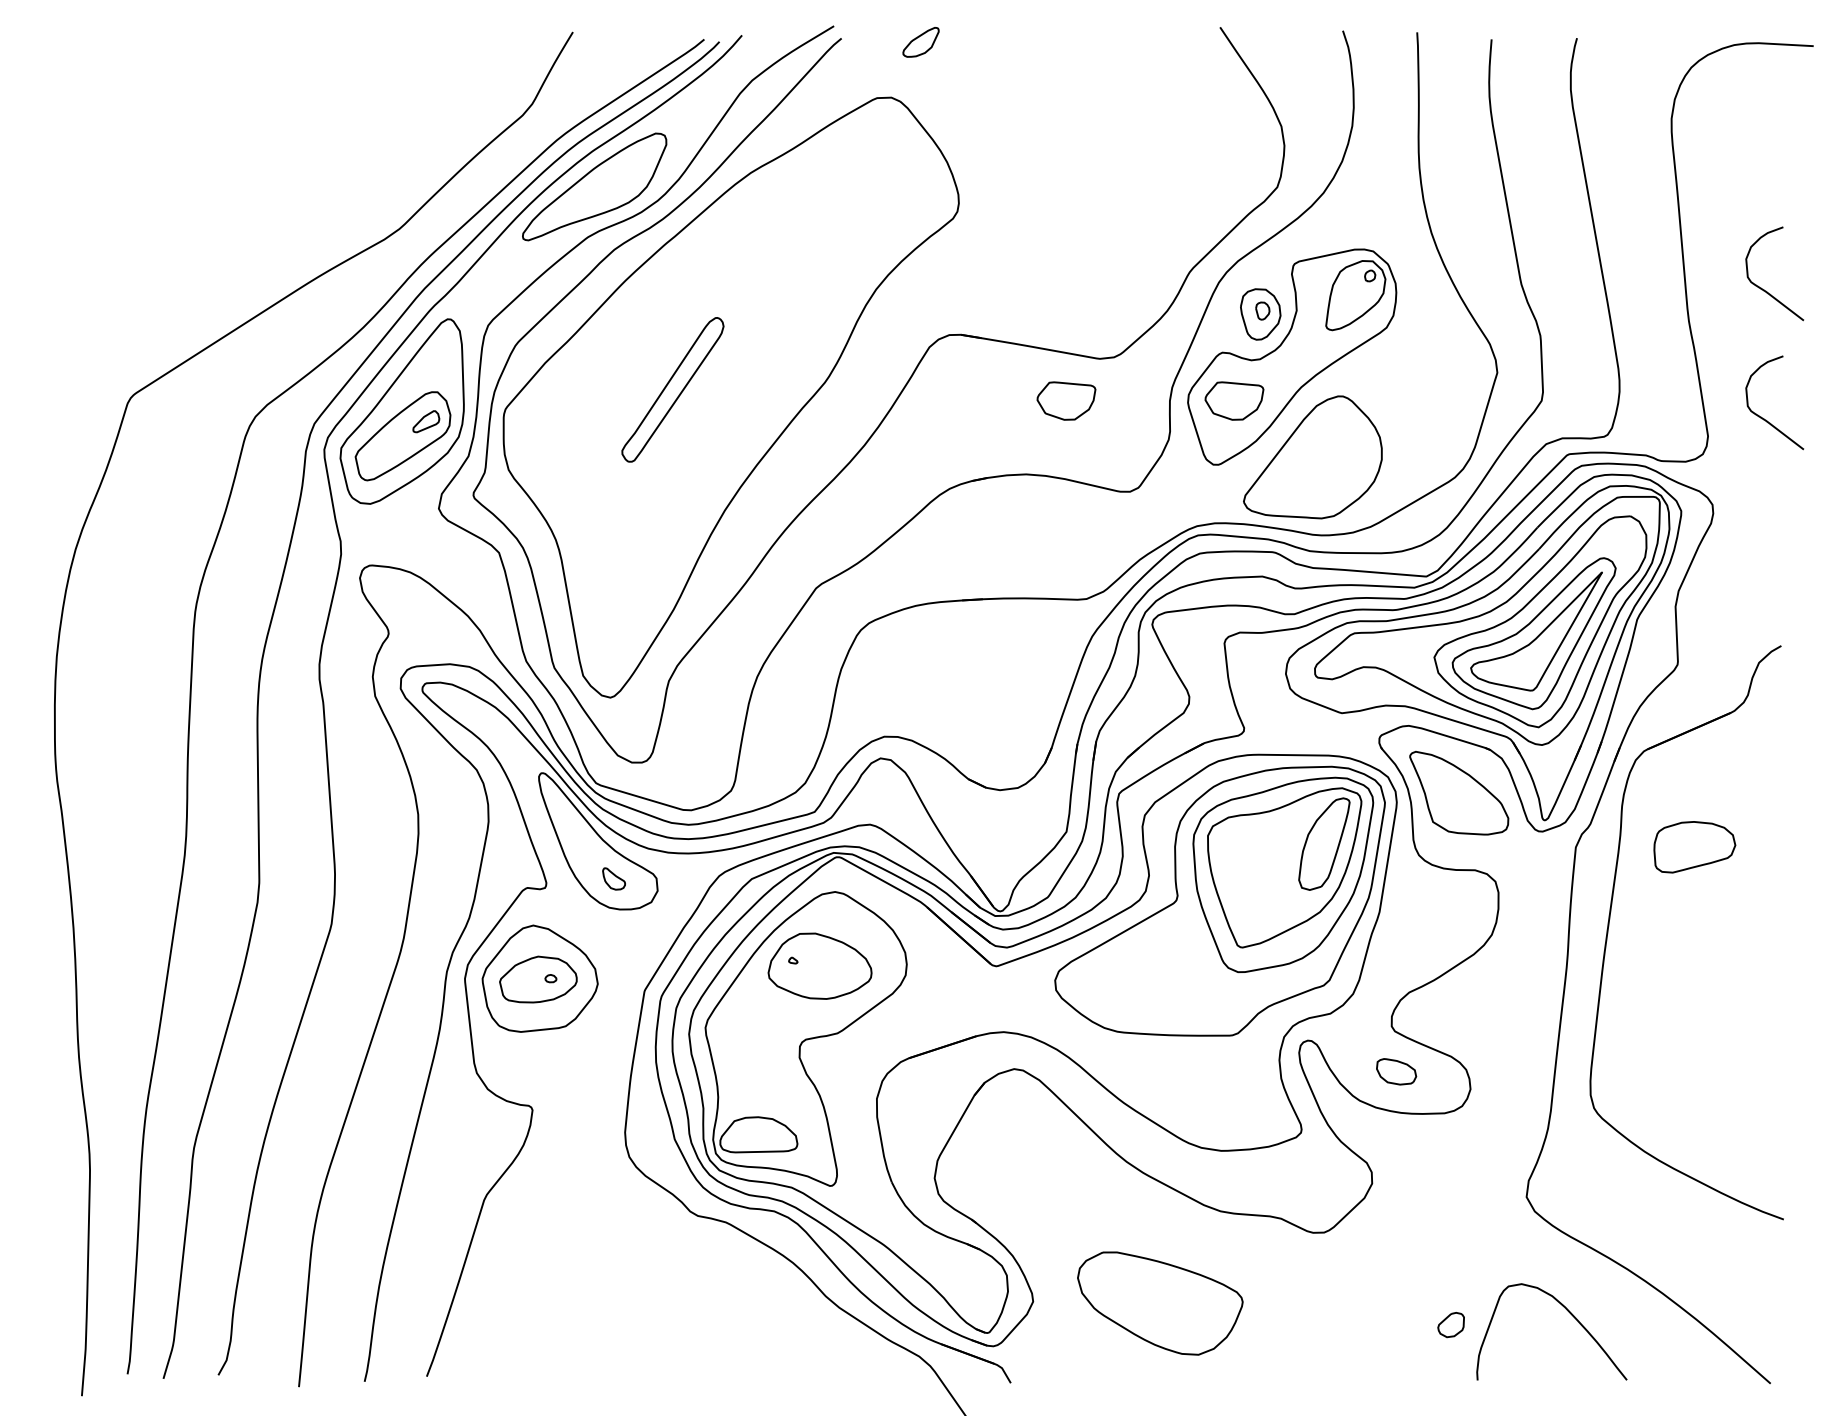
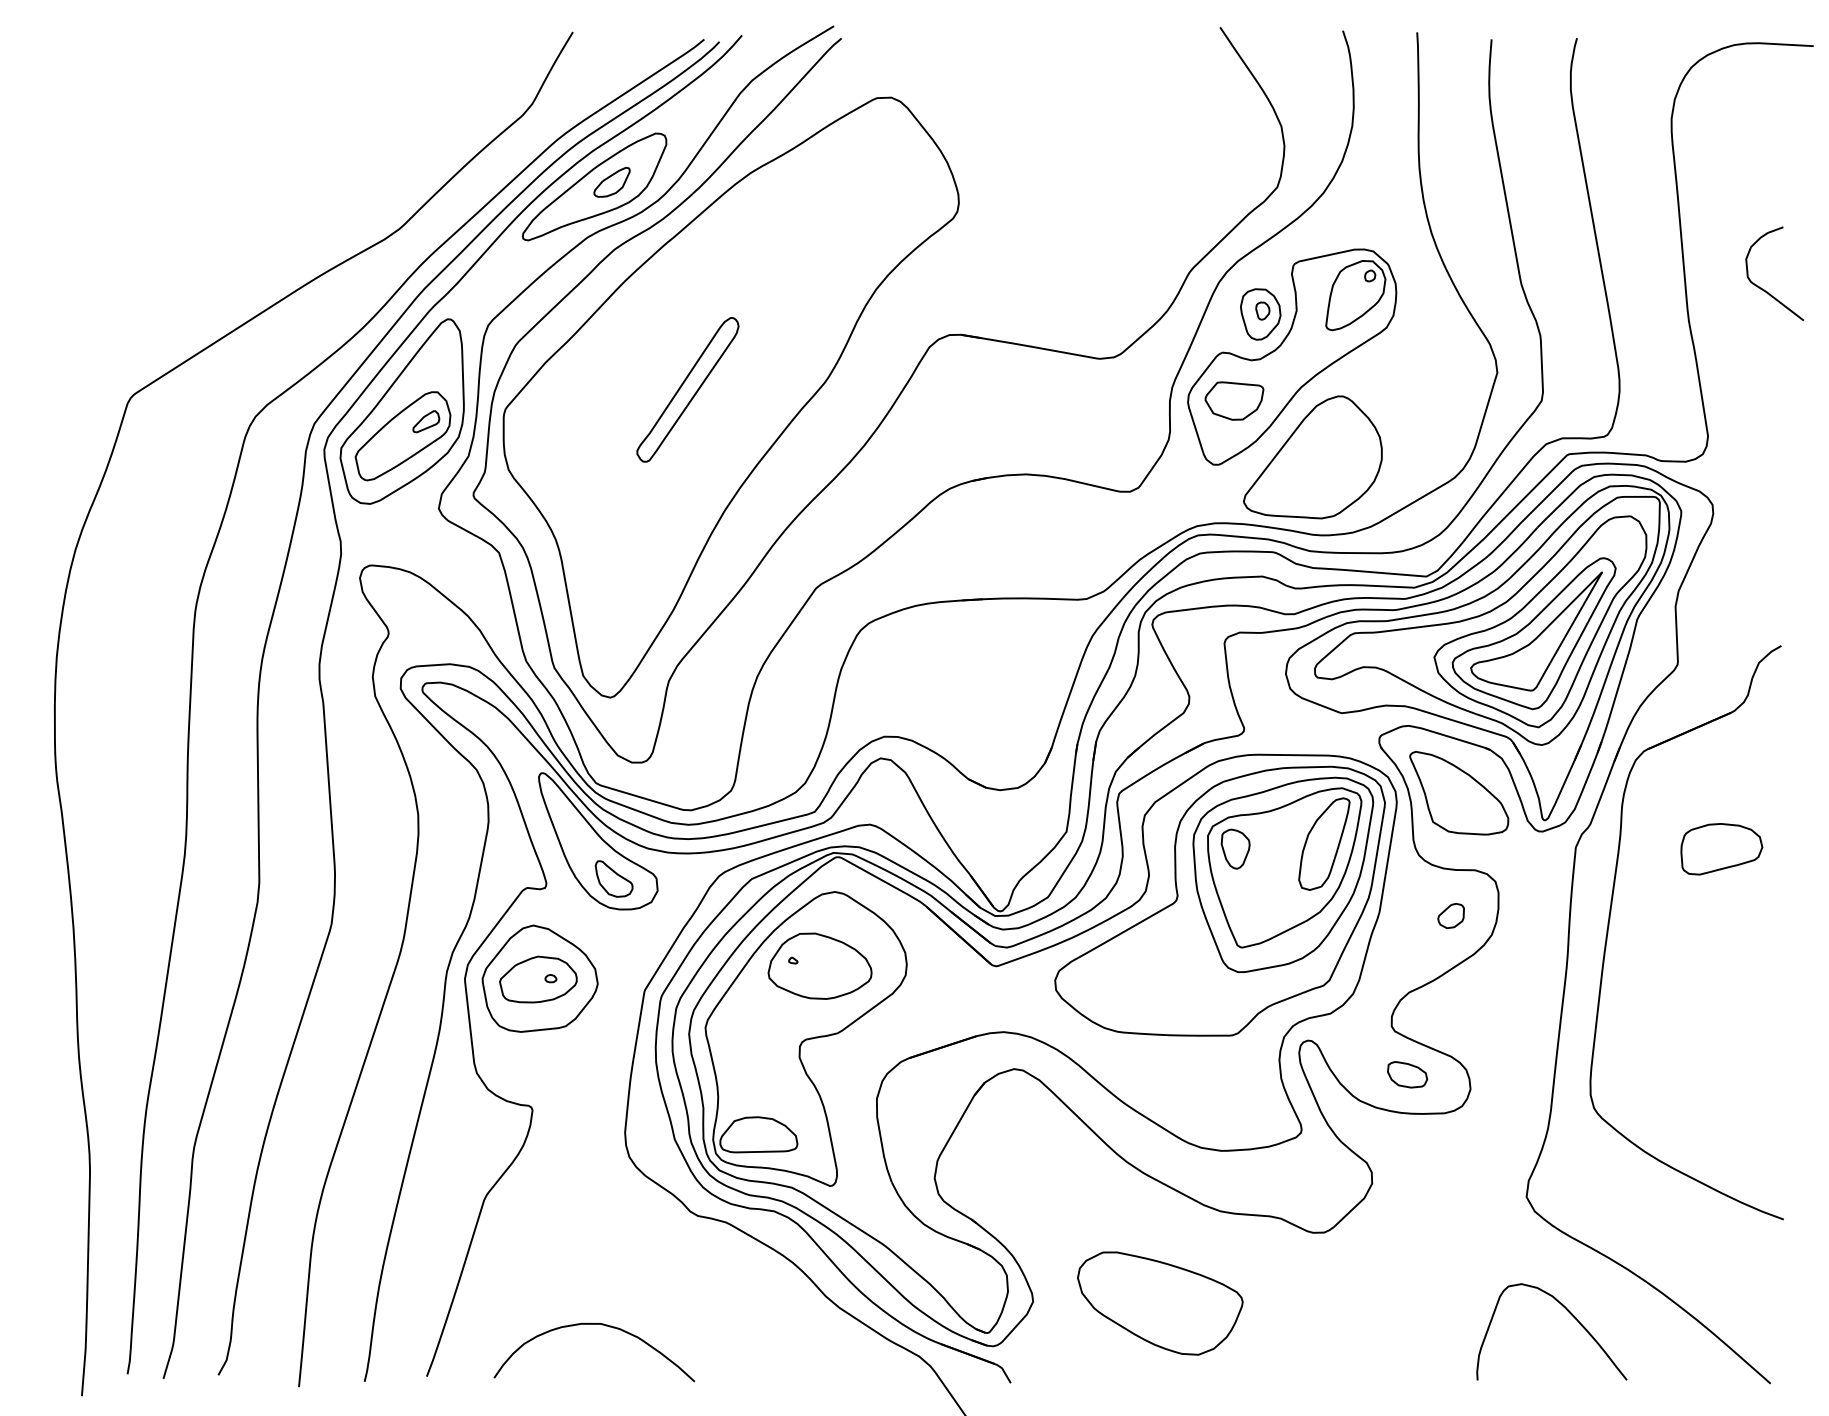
part at (920, 42) position: (920, 42) -> (611, 182)
part at (672, 389) position: (672, 389) -> (687, 389)
part at (1066, 400): present -> none
curve at (1764, 418): present -> none
part at (1694, 847) position: (1694, 847) -> (1721, 849)
part at (1235, 848): none -> present
part at (613, 878) size: 24x24 px -> 40x38 px
part at (1396, 1071) position: (1396, 1071) -> (1407, 1074)
curve at (593, 1324): none -> present
part at (1450, 1325) position: (1450, 1325) -> (1450, 916)
